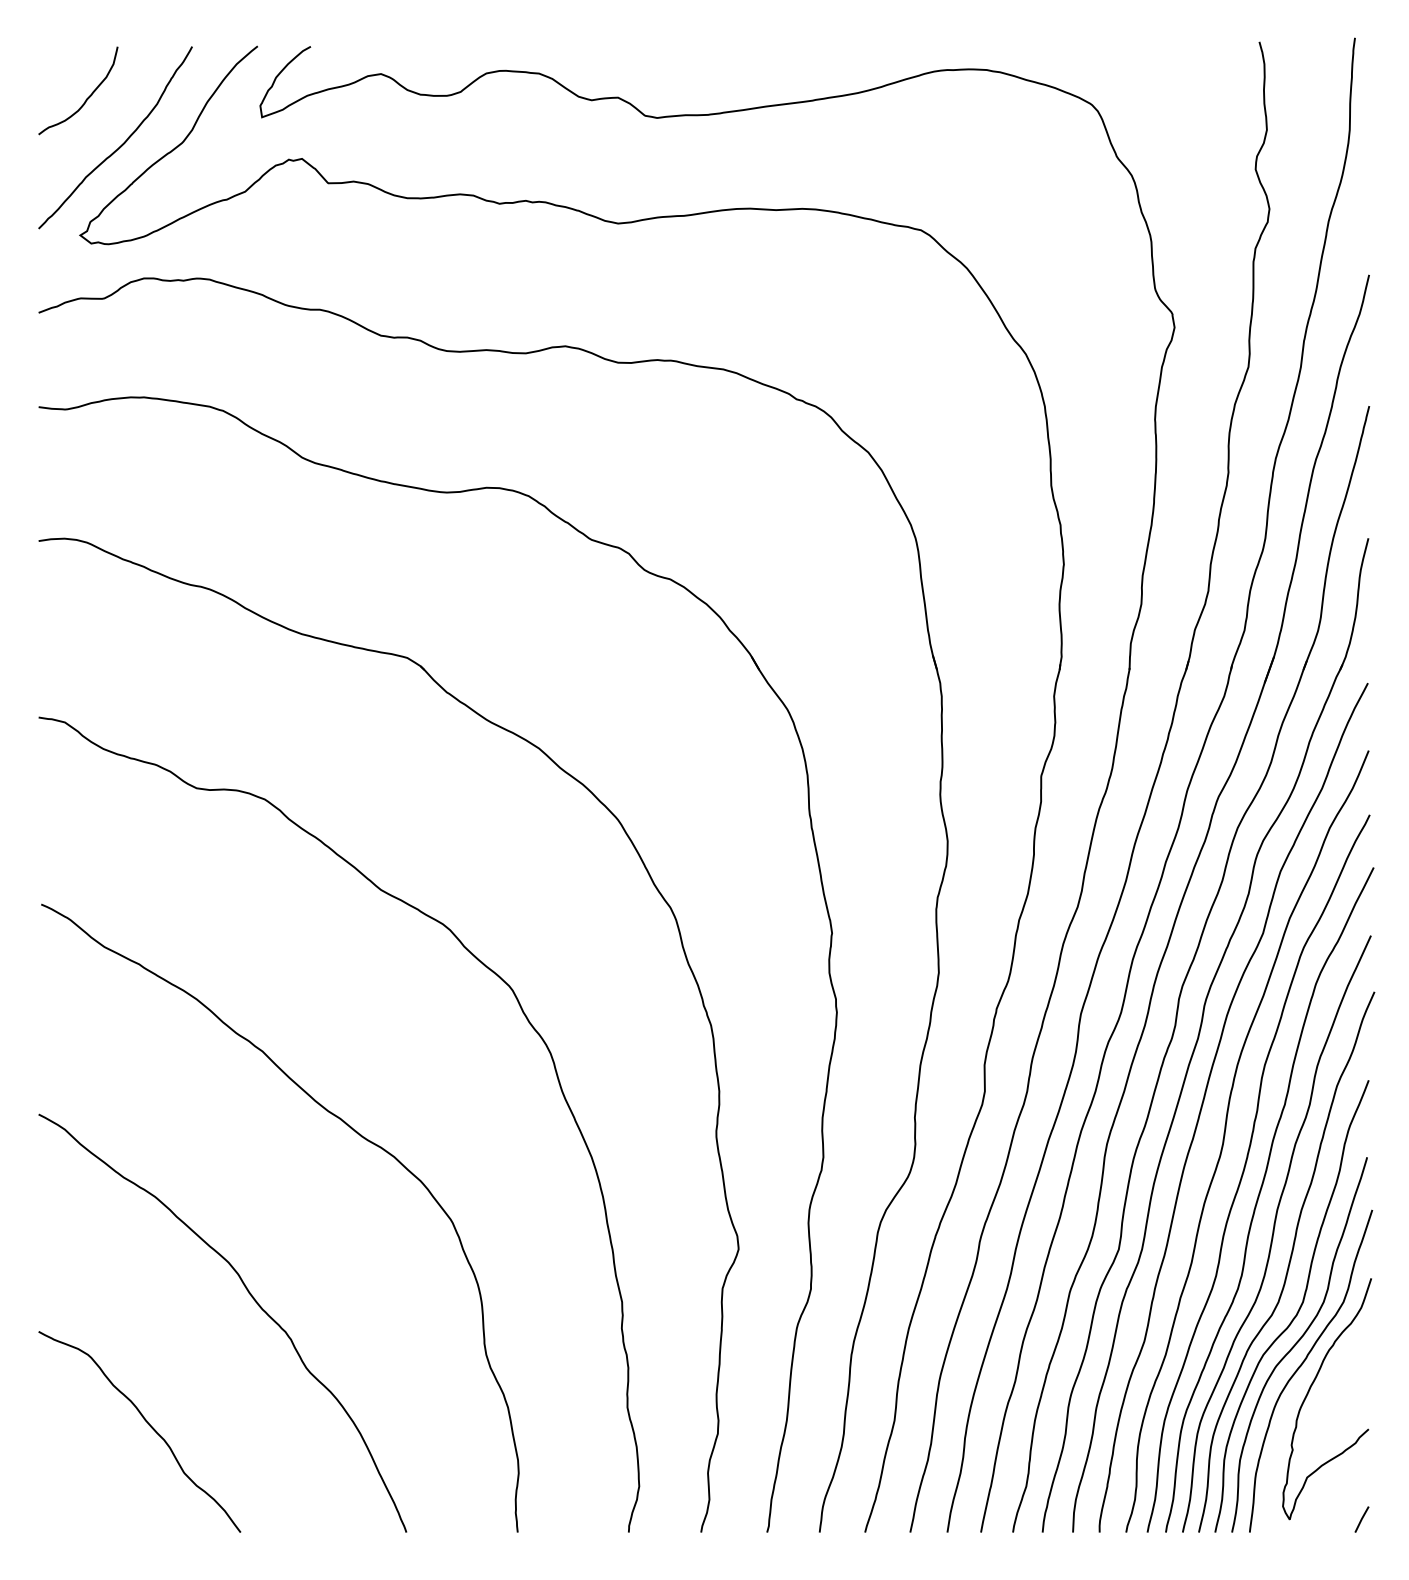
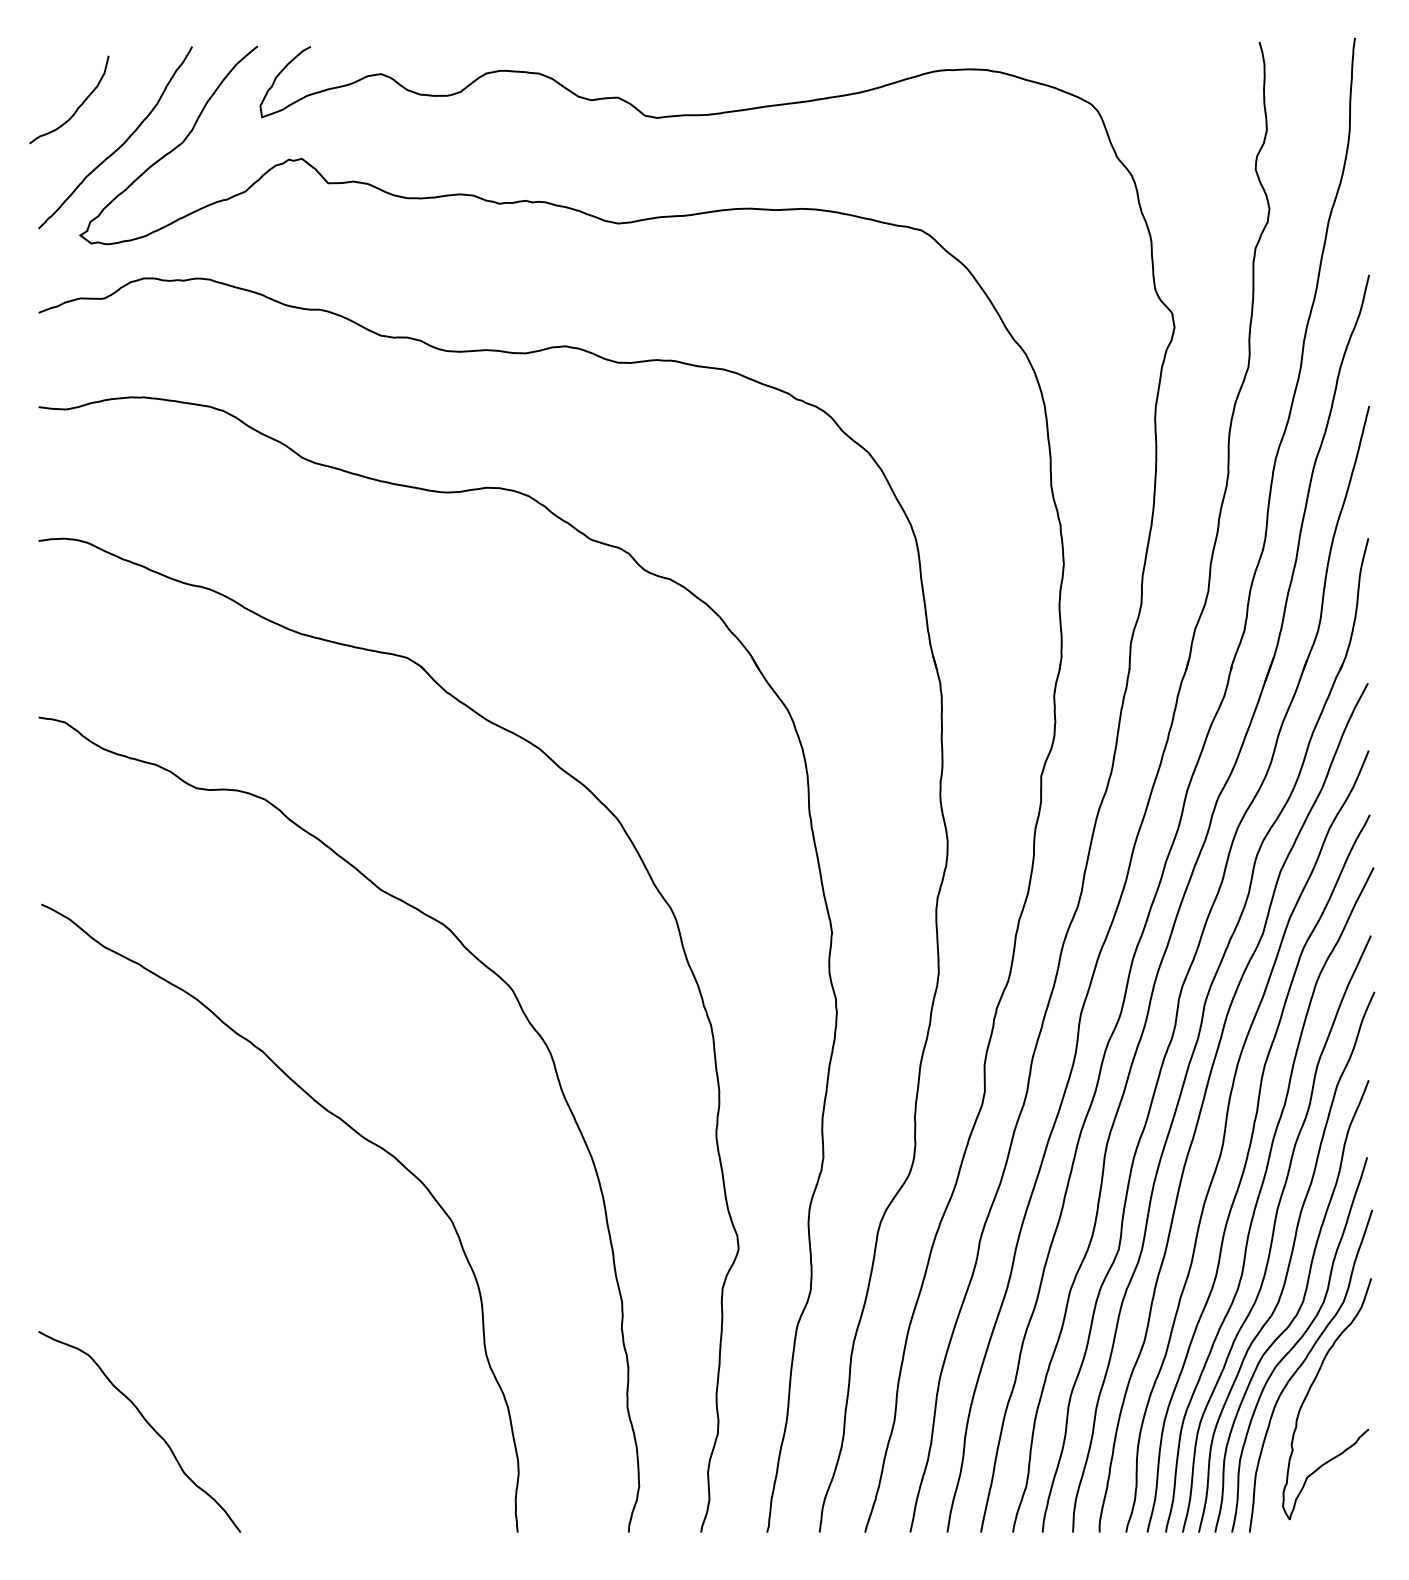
curve at (86, 98) position: (86, 98) -> (77, 107)
curve at (254, 1301): present -> none
line at (1361, 1519): present -> none
